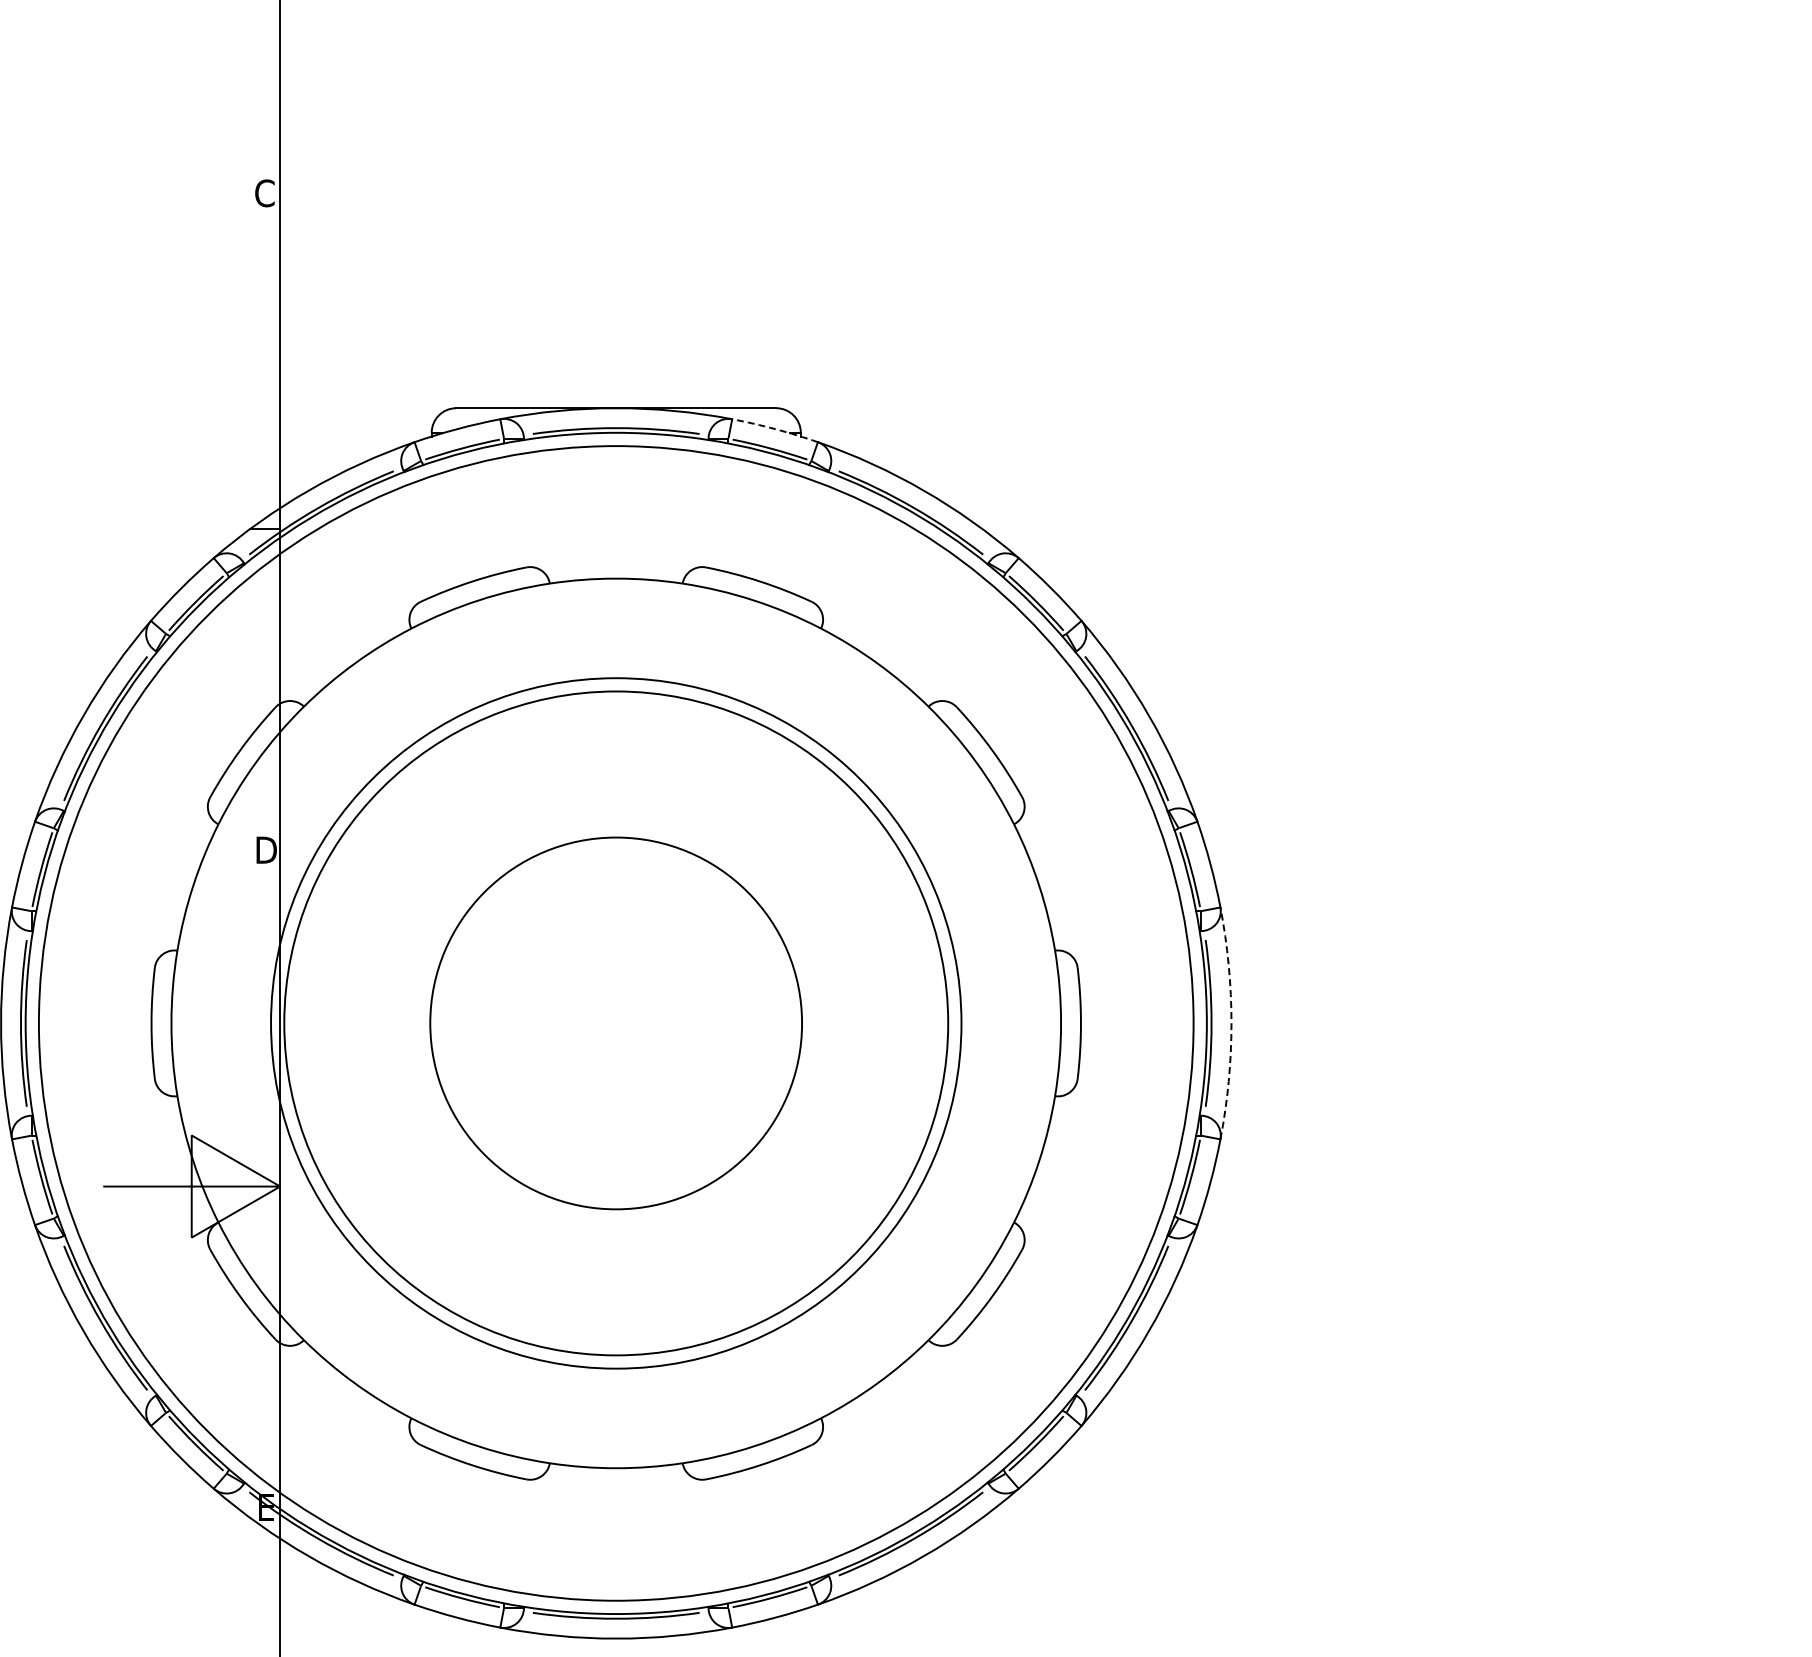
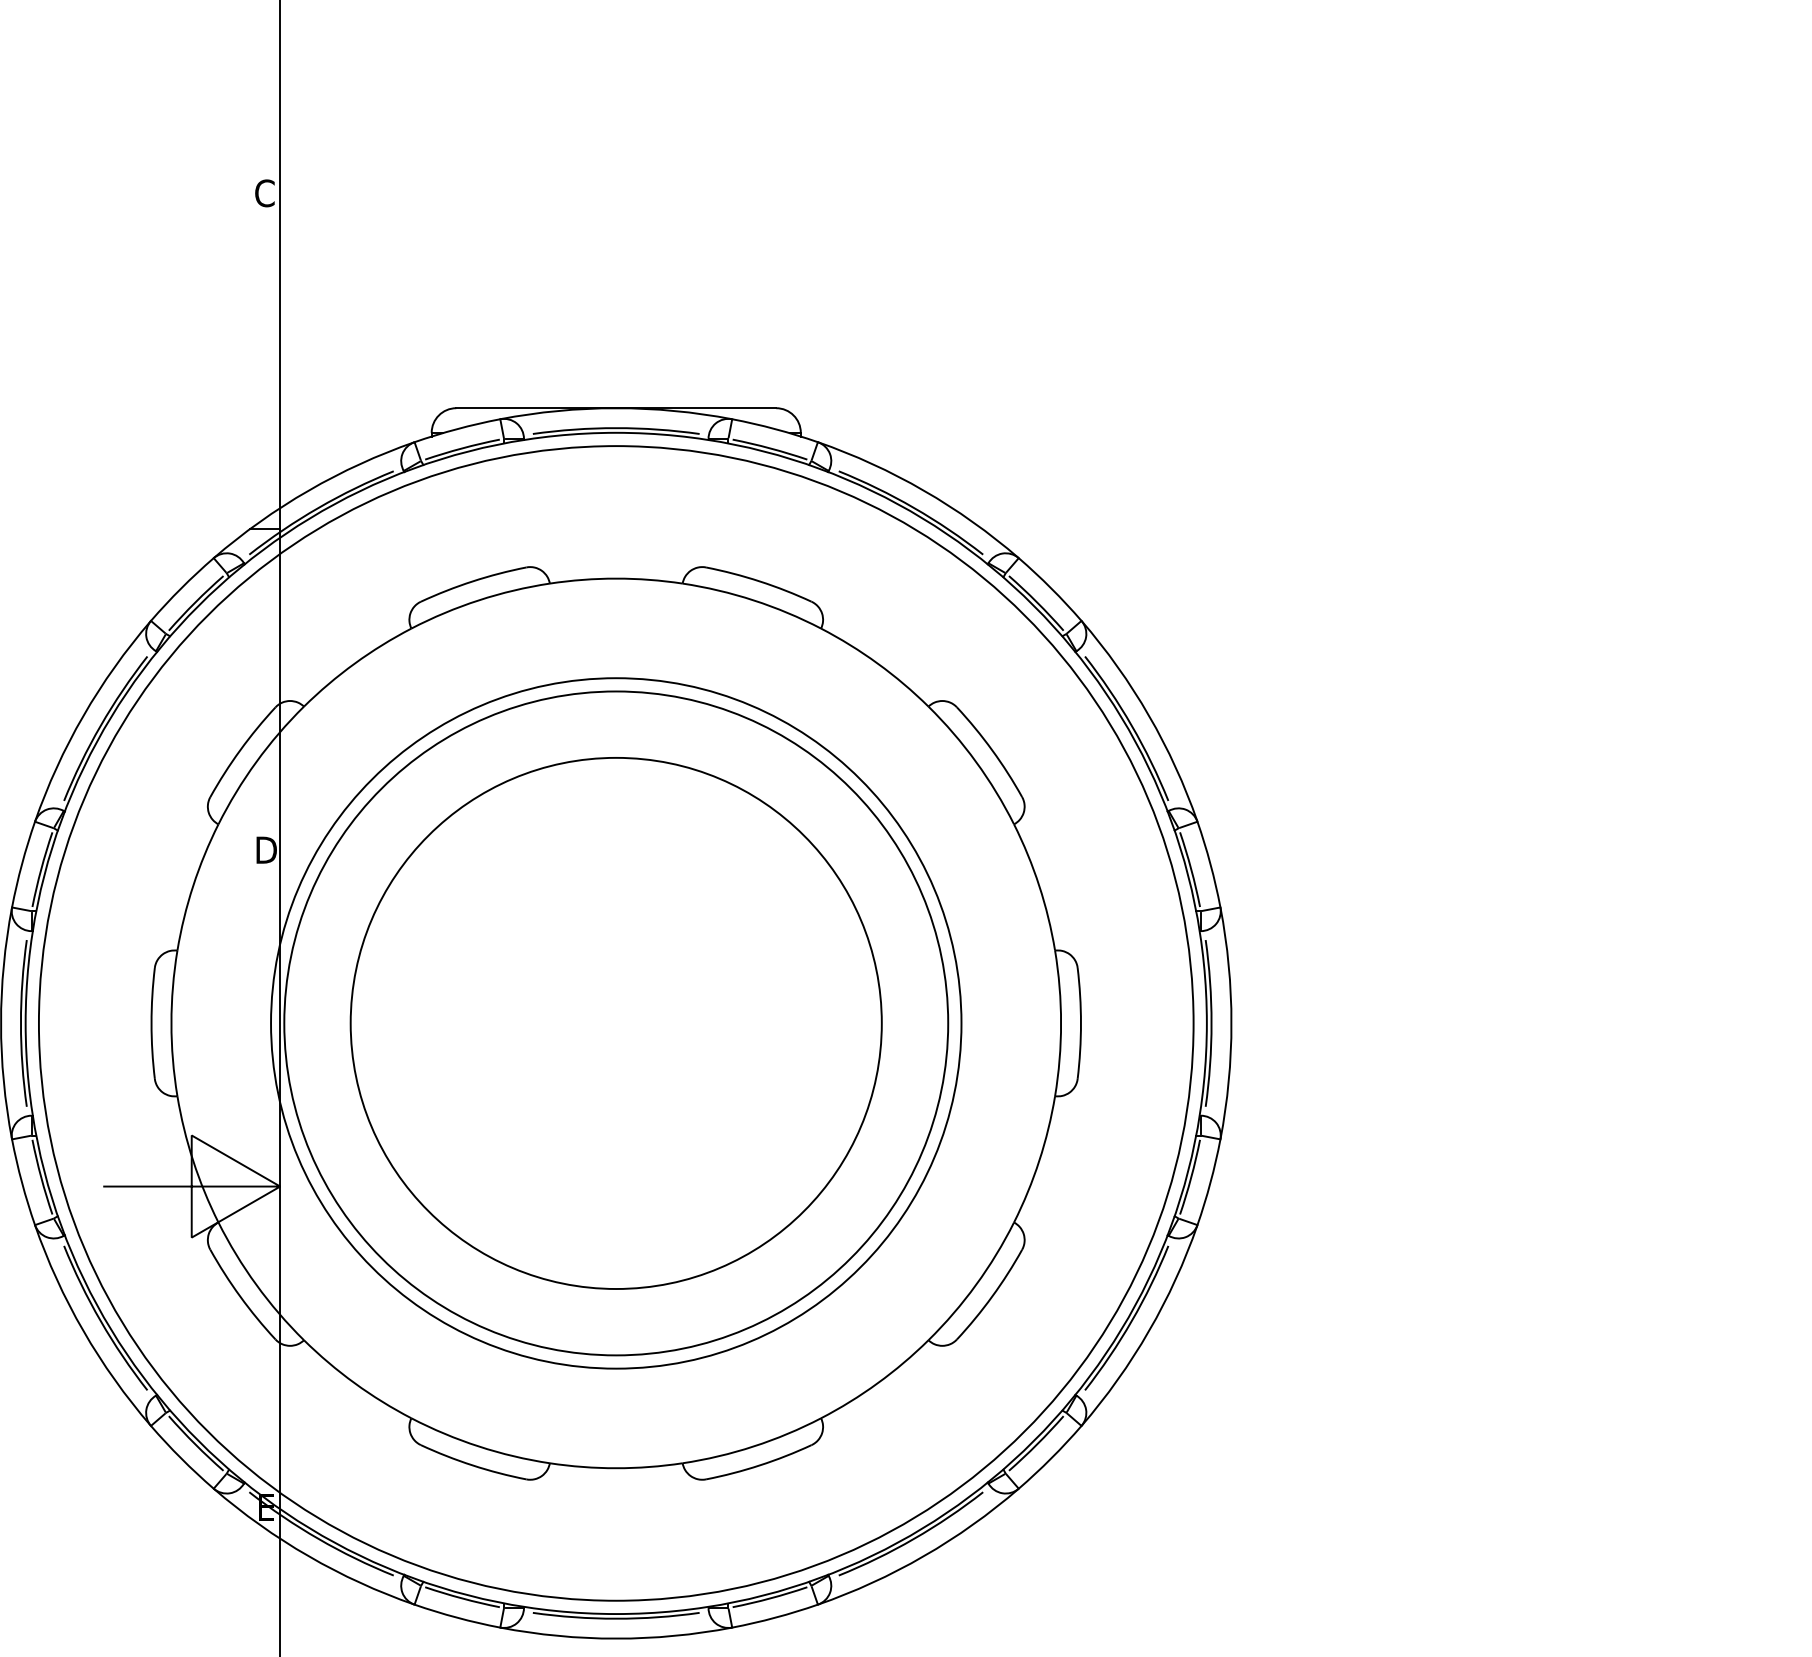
arc at (775, 429): dashed -> solid
circle at (615, 1023) size: 374x375 px -> 534x533 px
arc at (1231, 1023): dashed -> solid
